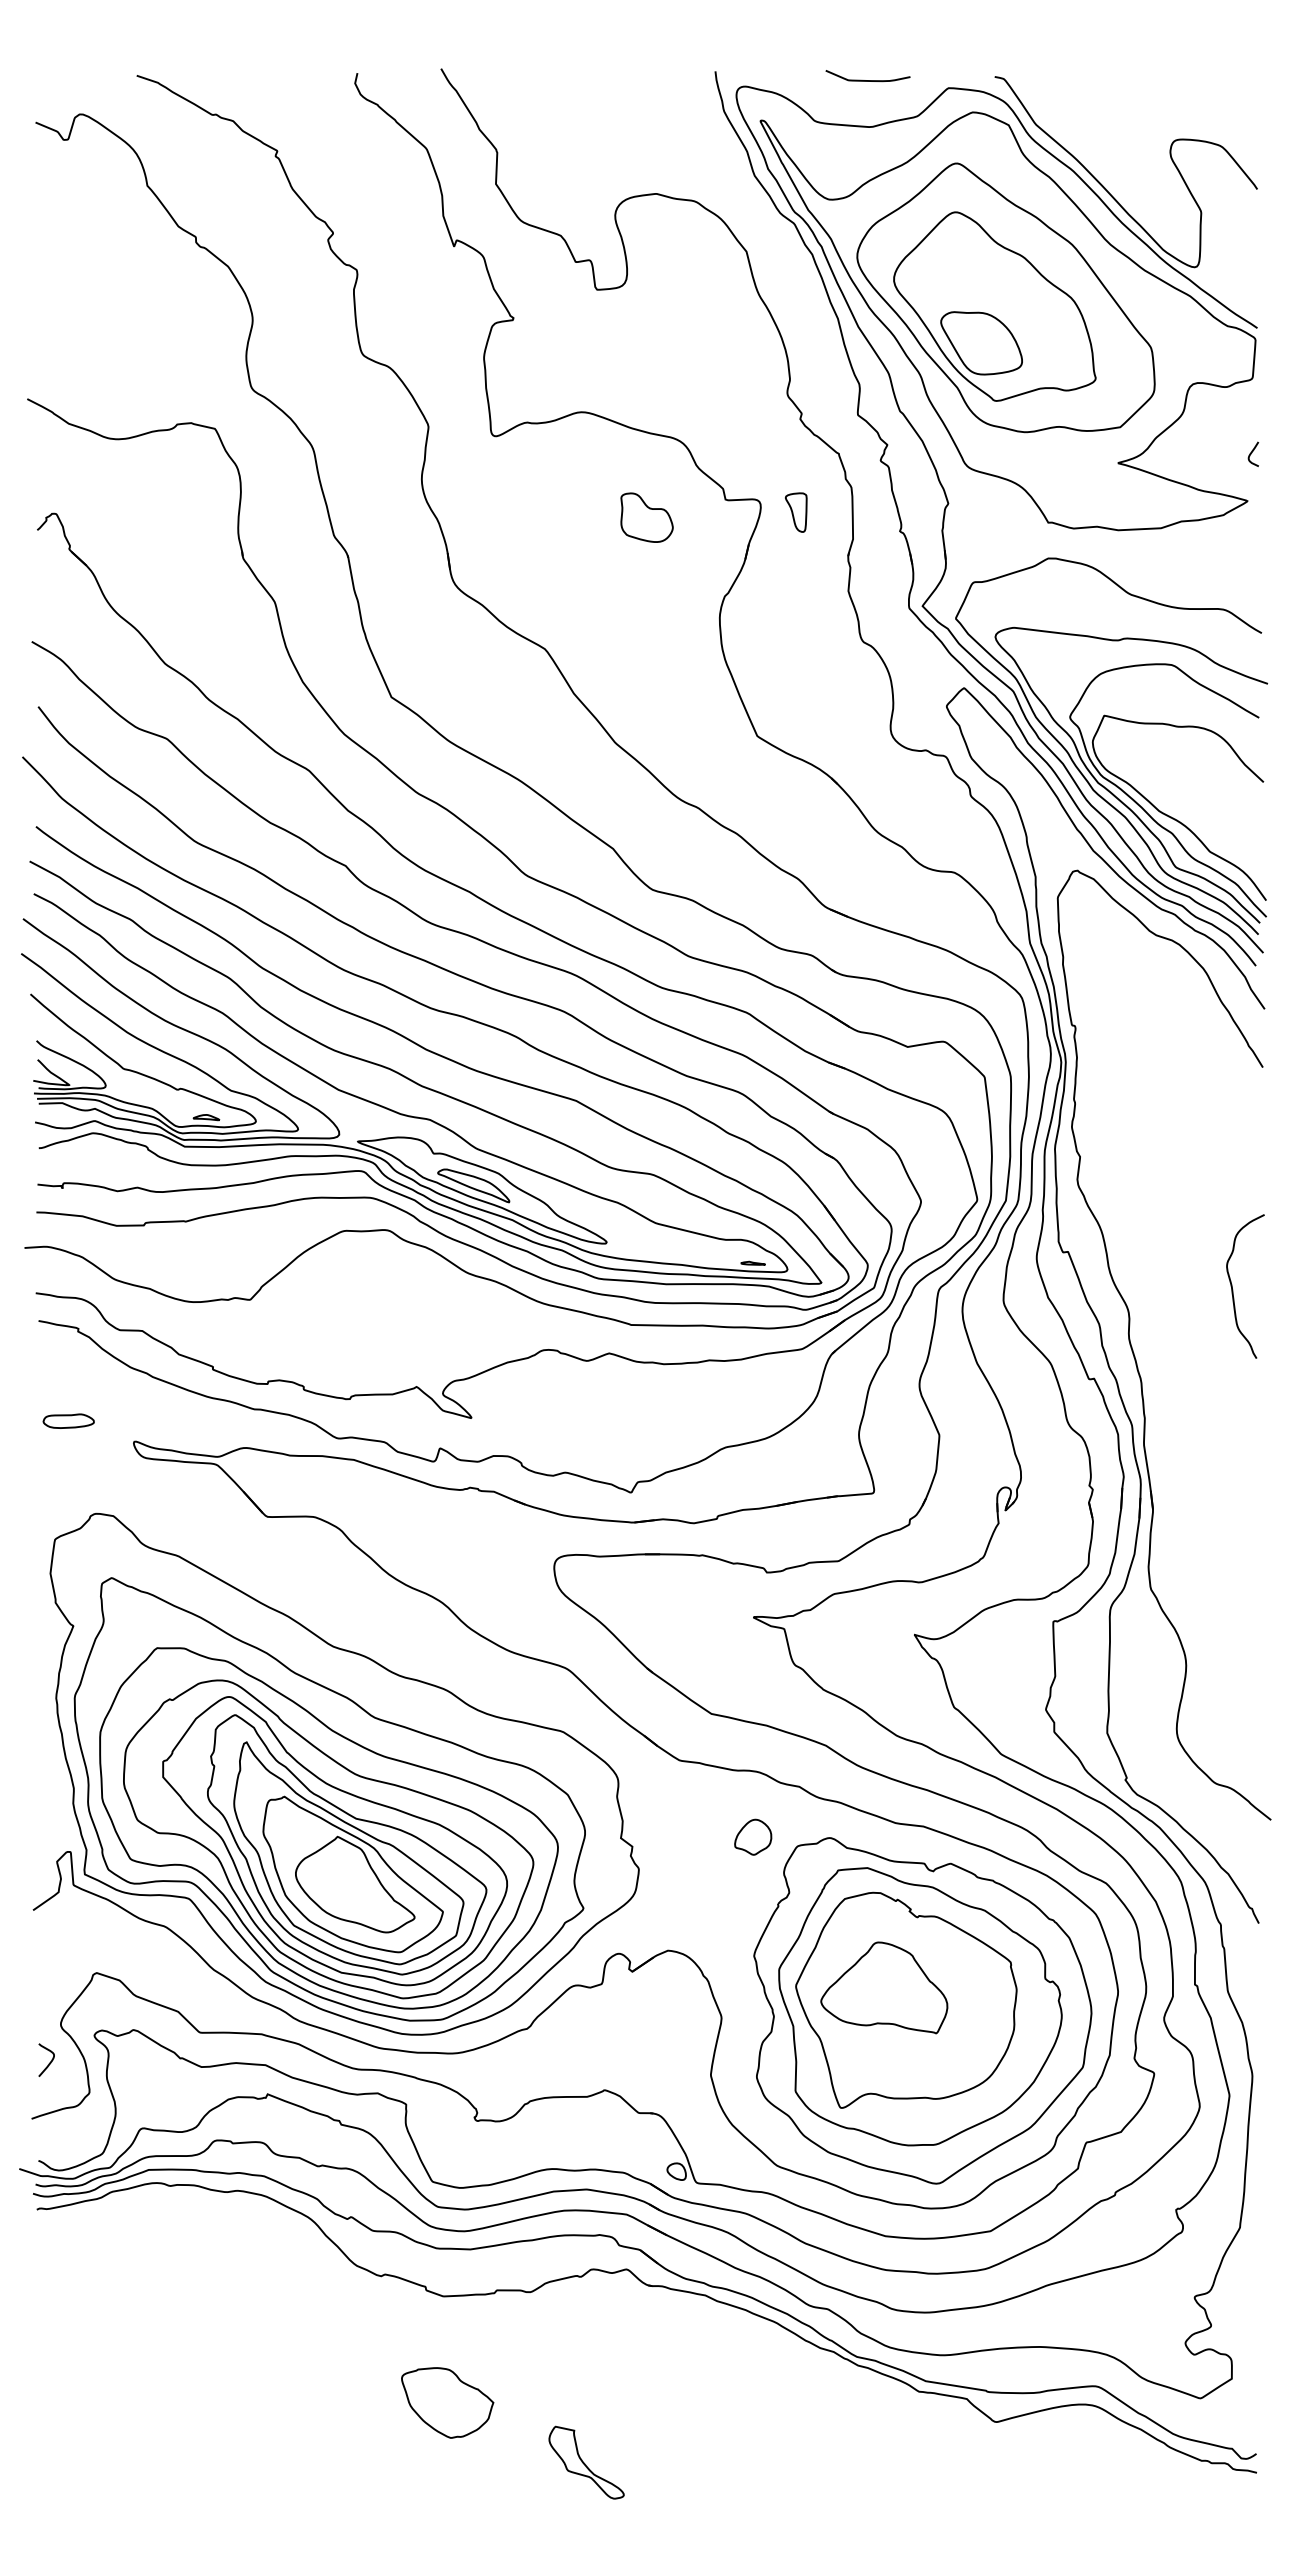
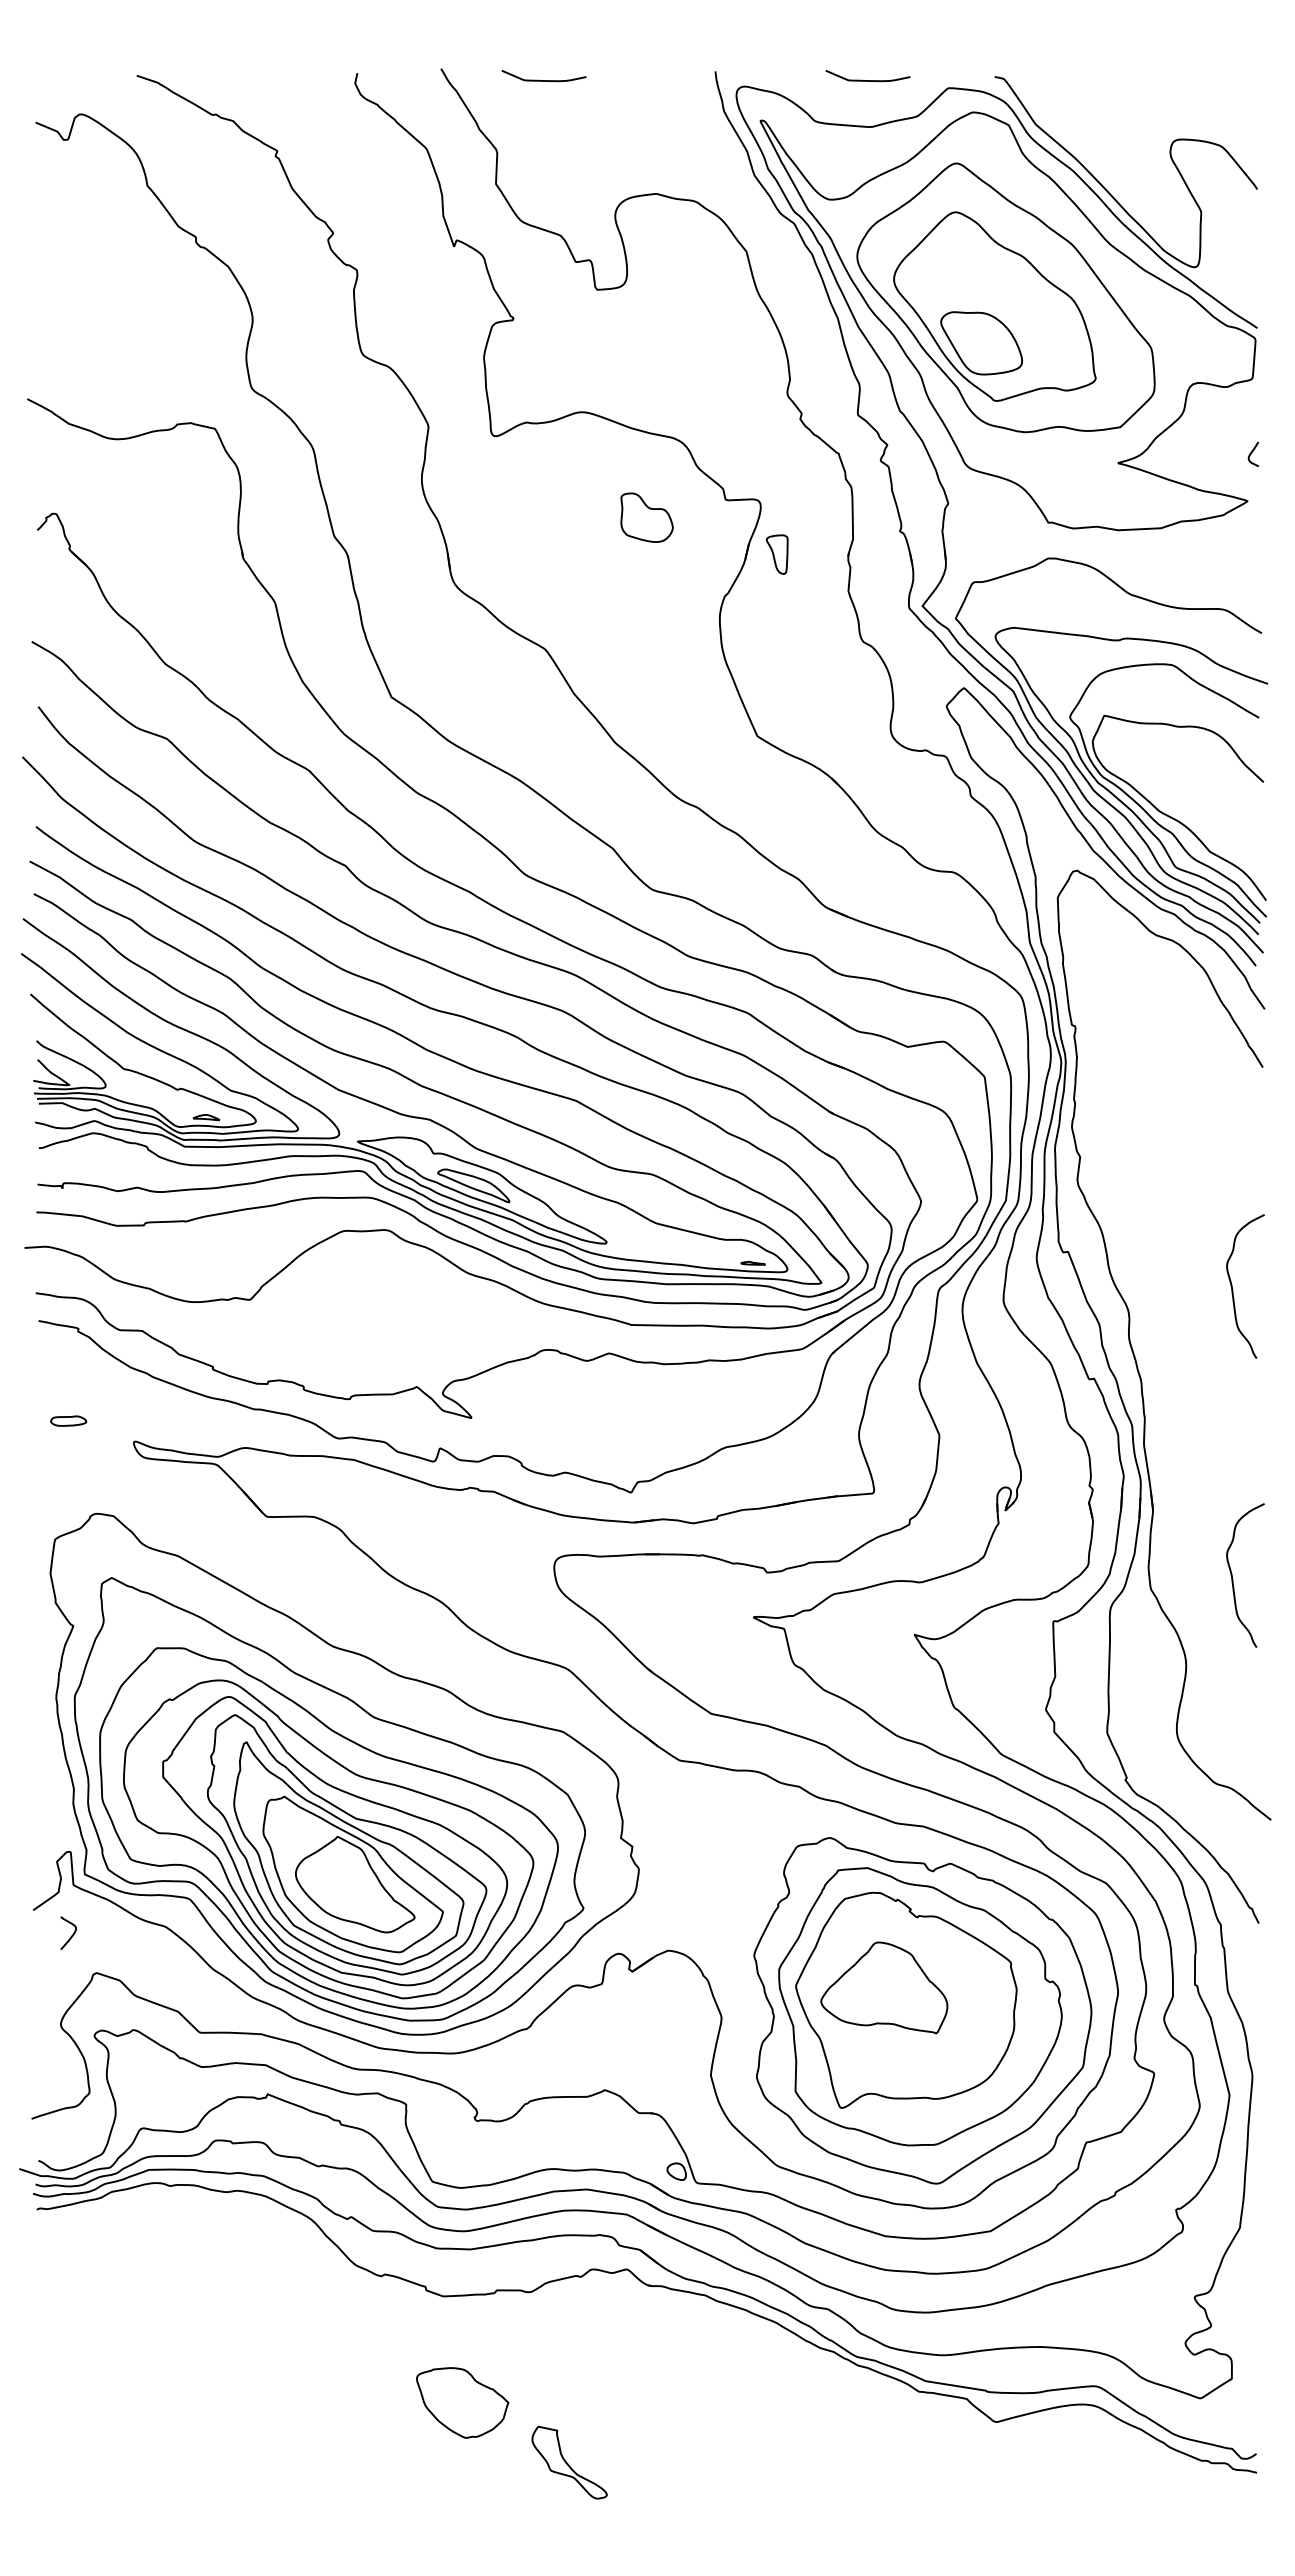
curve at (543, 80): none -> present
part at (796, 512) position: (796, 512) -> (777, 554)
part at (68, 1420) size: 53x16 px -> 38x12 px
curve at (1233, 1578): none -> present
part at (753, 1836): present -> none
curve at (49, 2062) position: (49, 2062) -> (71, 1935)
part at (447, 2402) position: (447, 2402) -> (462, 2402)
part at (586, 2462) position: (586, 2462) -> (569, 2462)
